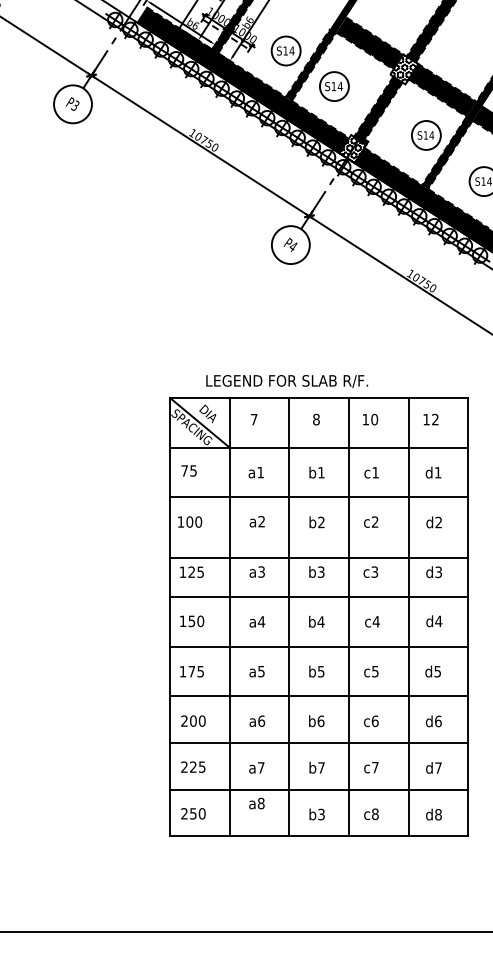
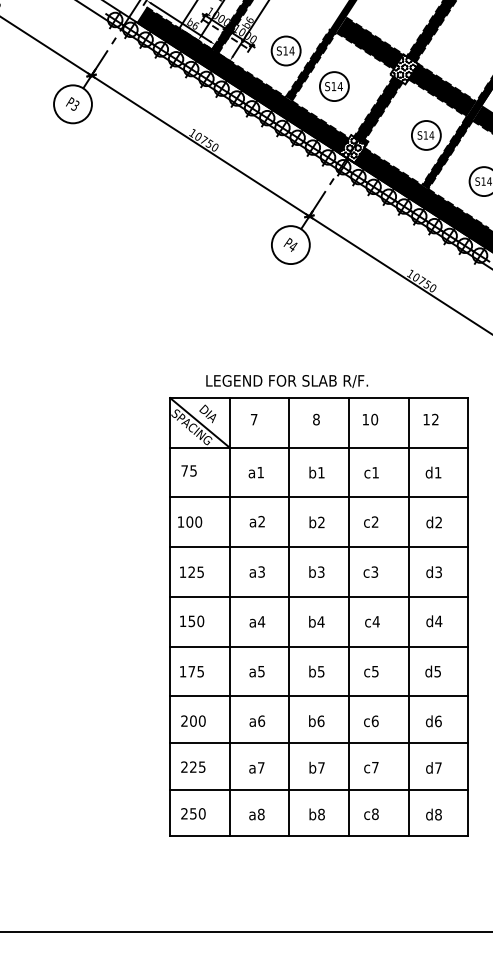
line at (319, 558) position: (319, 558) -> (319, 547)
text at (256, 803) position: (256, 803) -> (256, 814)
text at (321, 814): b3 -> b8
